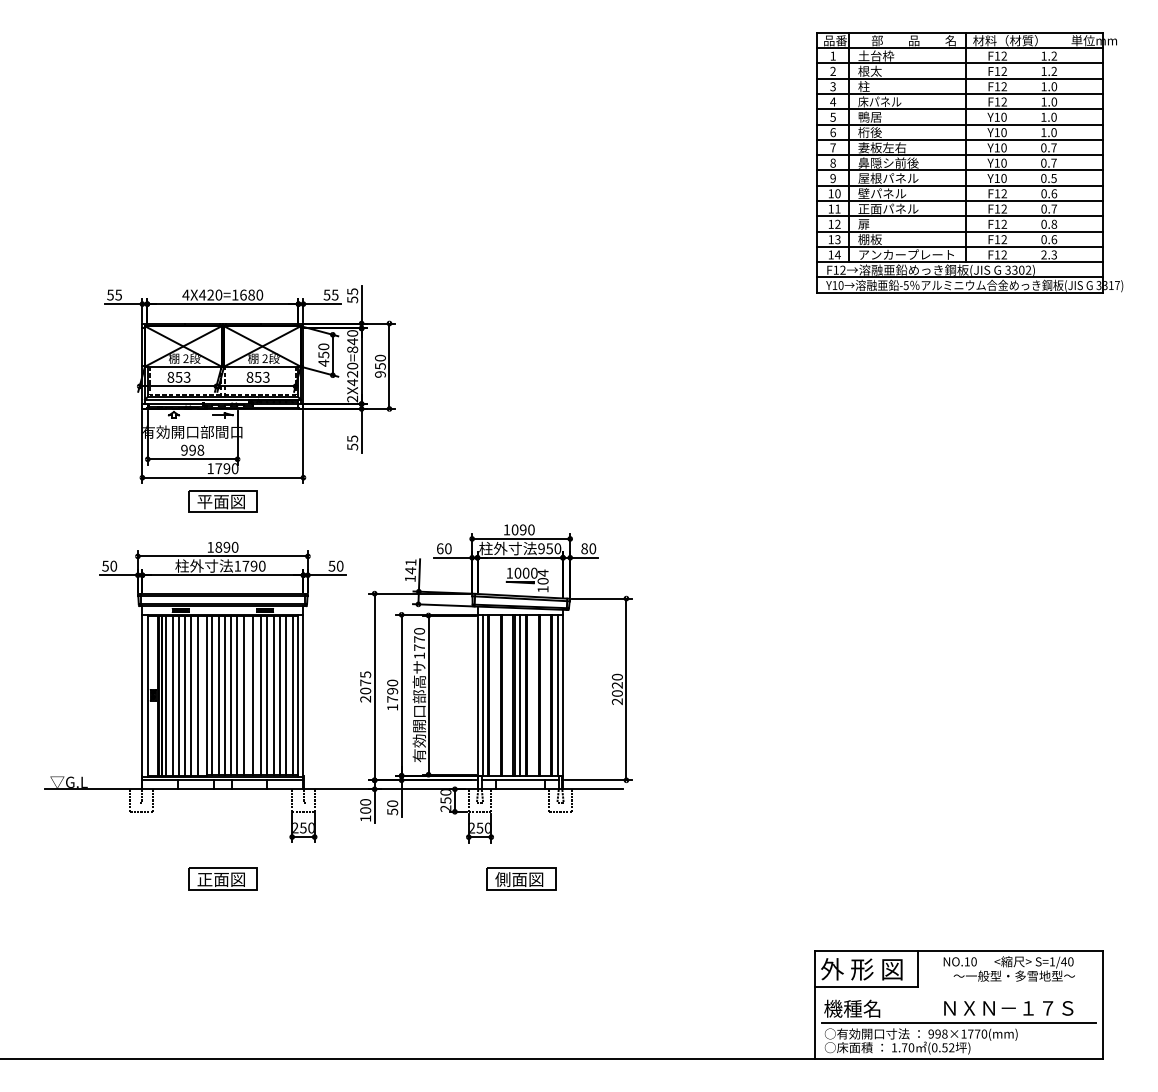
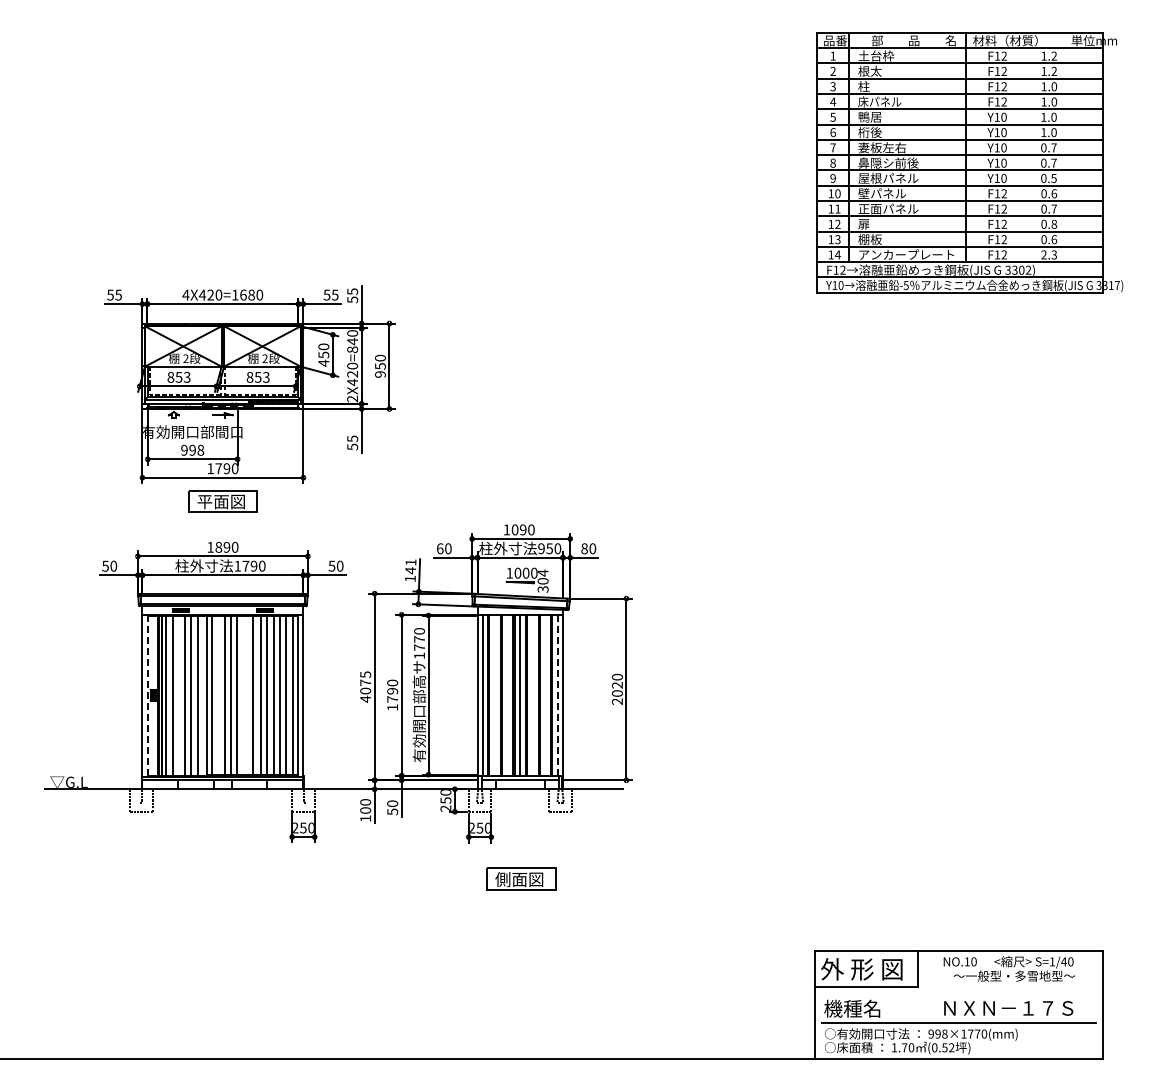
text at (542, 589): 104 -> 304
line at (147, 695): solid -> dashed
line at (178, 695): present -> none
line at (218, 695): present -> none
line at (243, 695): present -> none
line at (558, 695): solid -> dashed
text at (365, 698): 2075 -> 4075
part at (222, 878): present -> none
